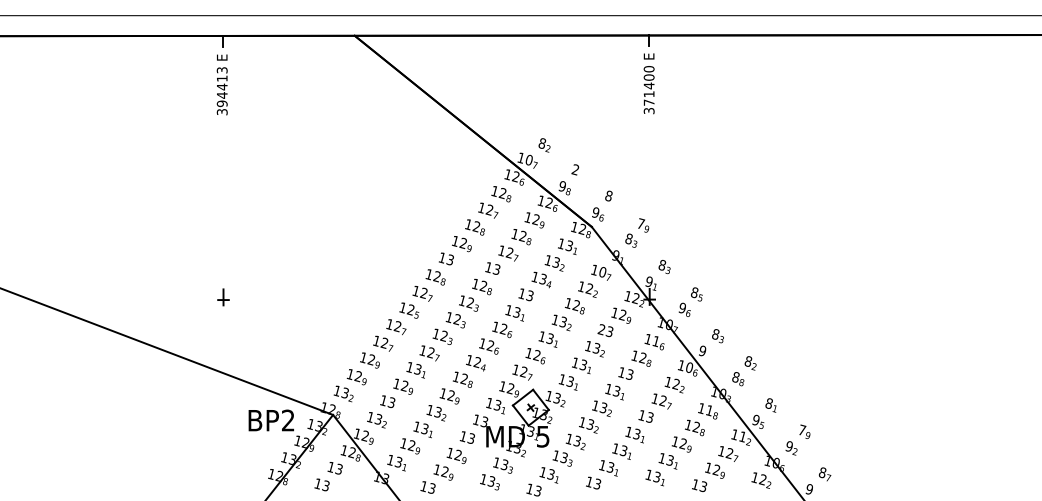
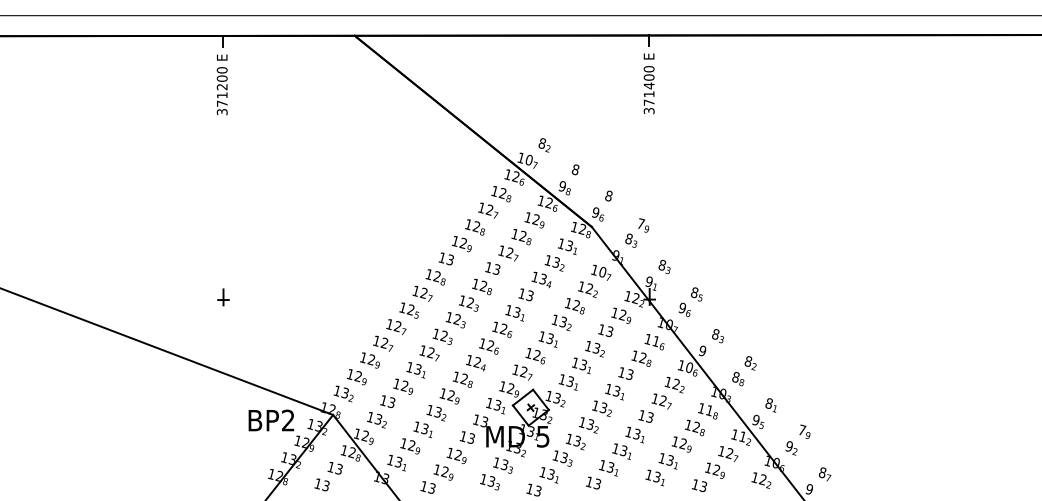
text at (221, 87): 394413 -> 371200
text at (575, 169): 2 -> 8
text at (601, 328): 23 -> 13
